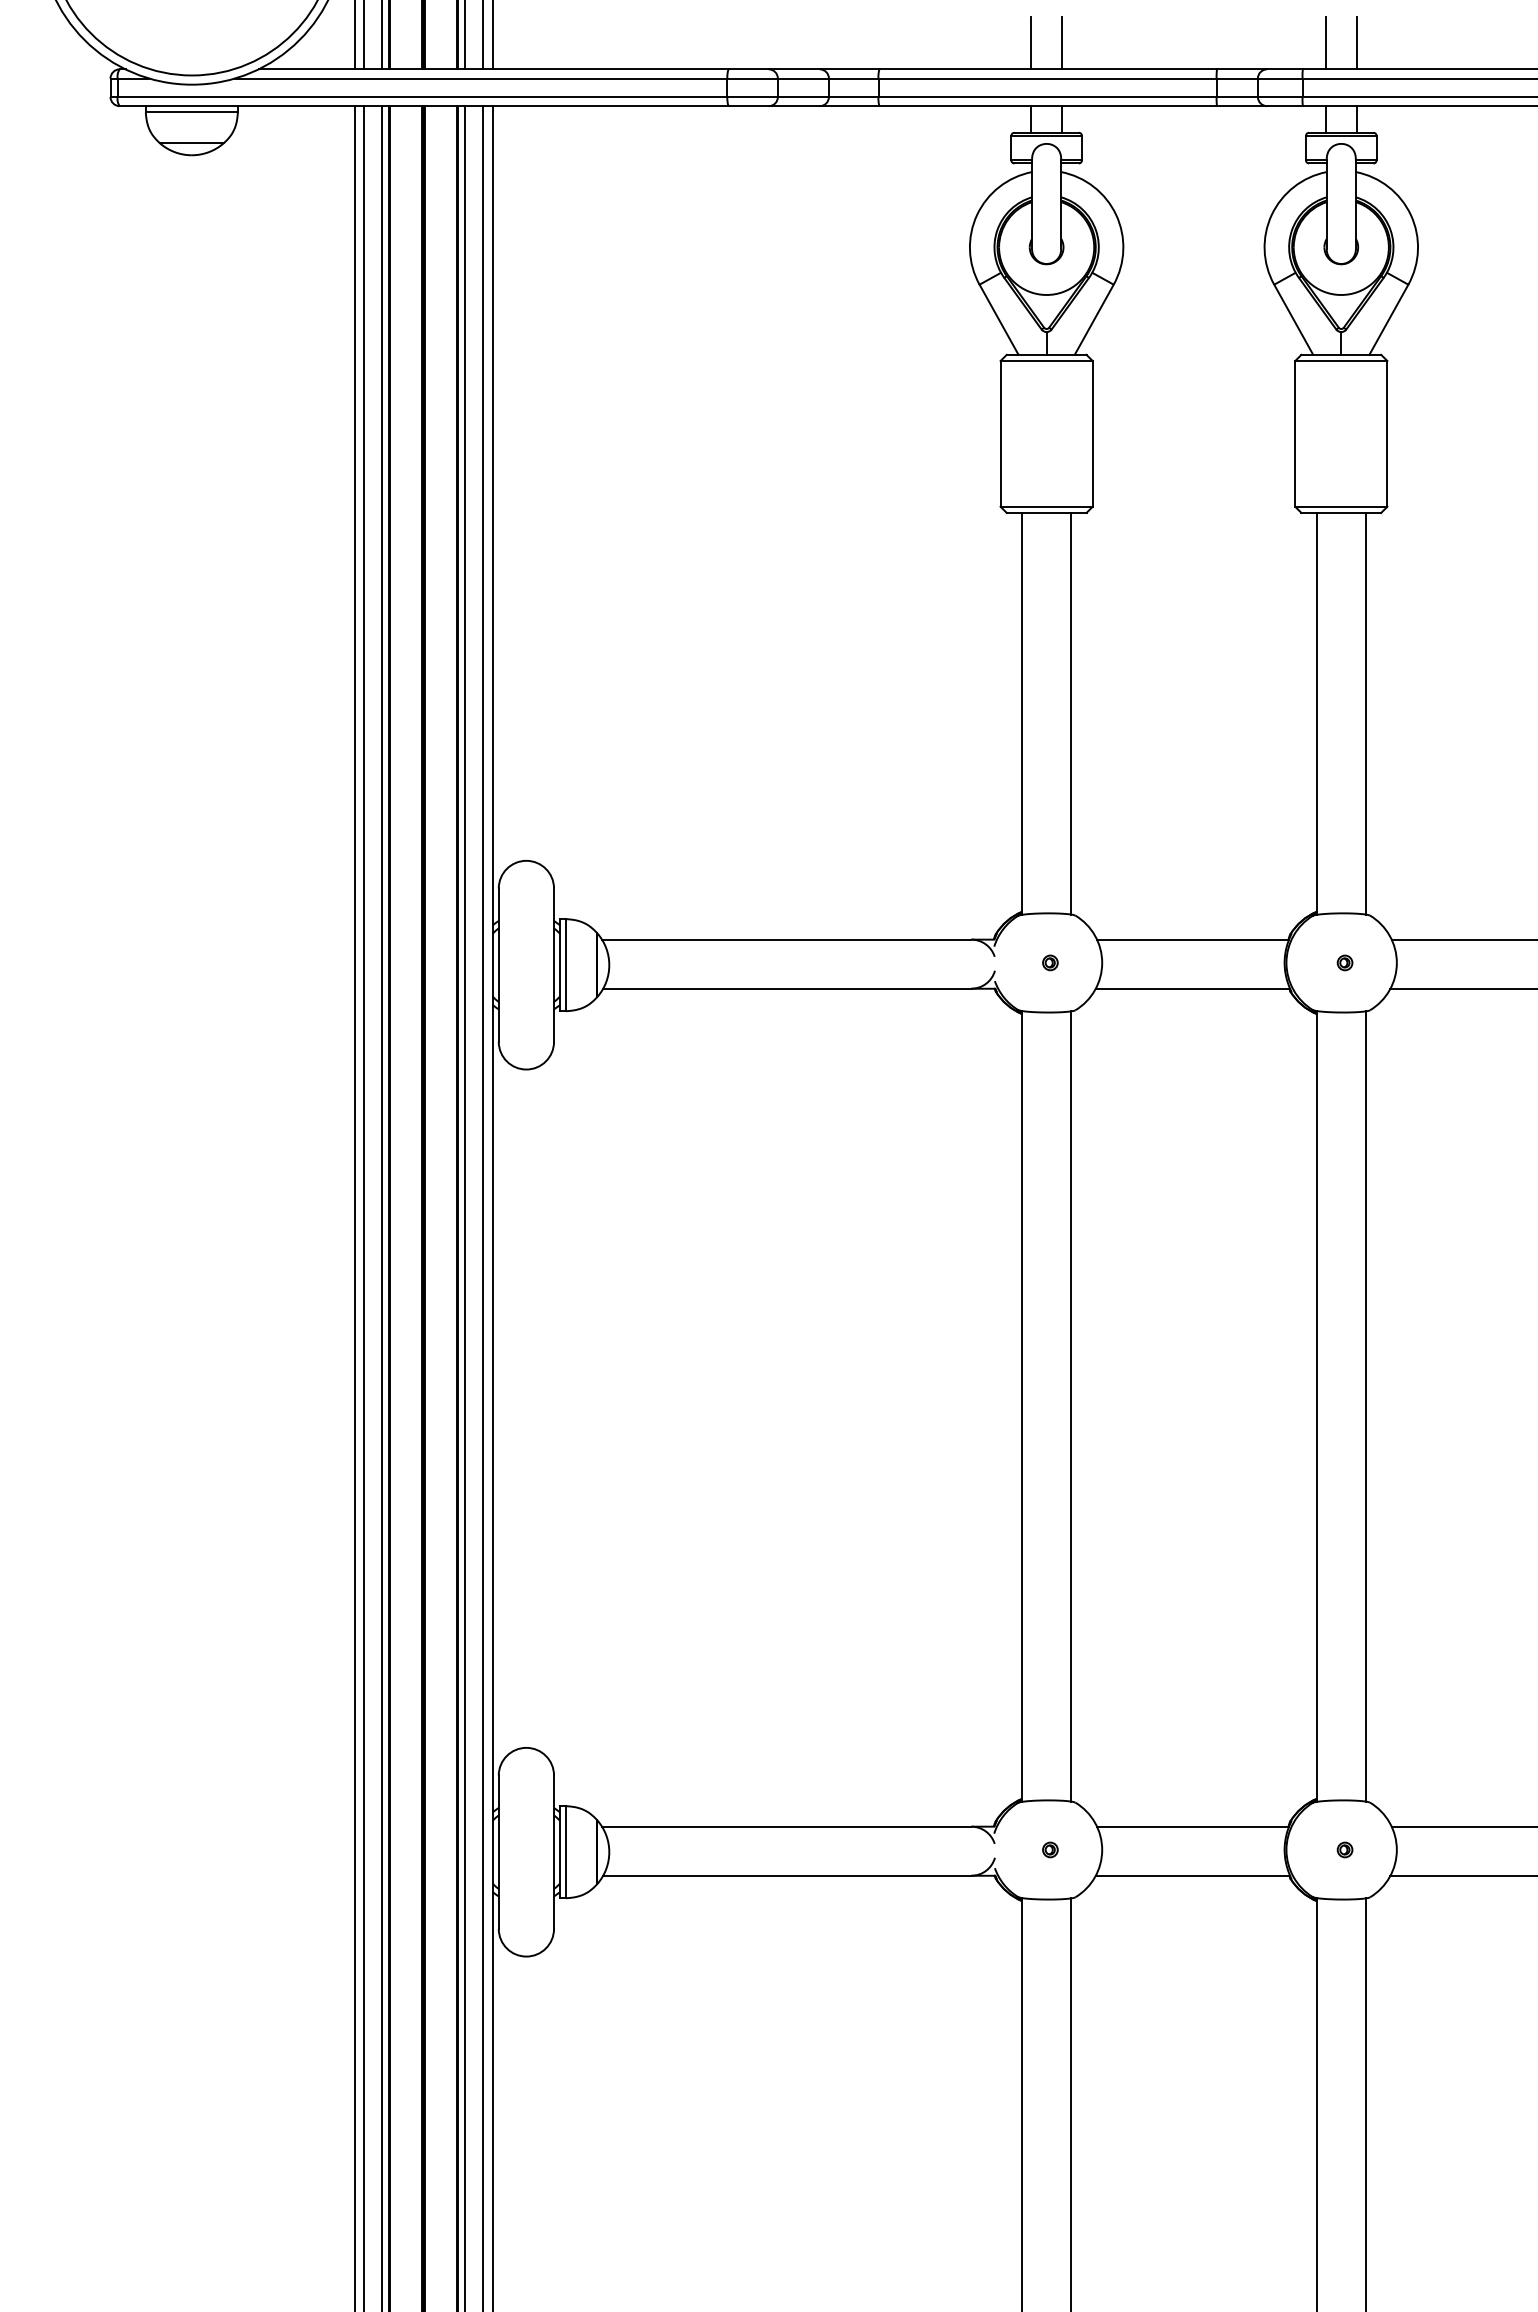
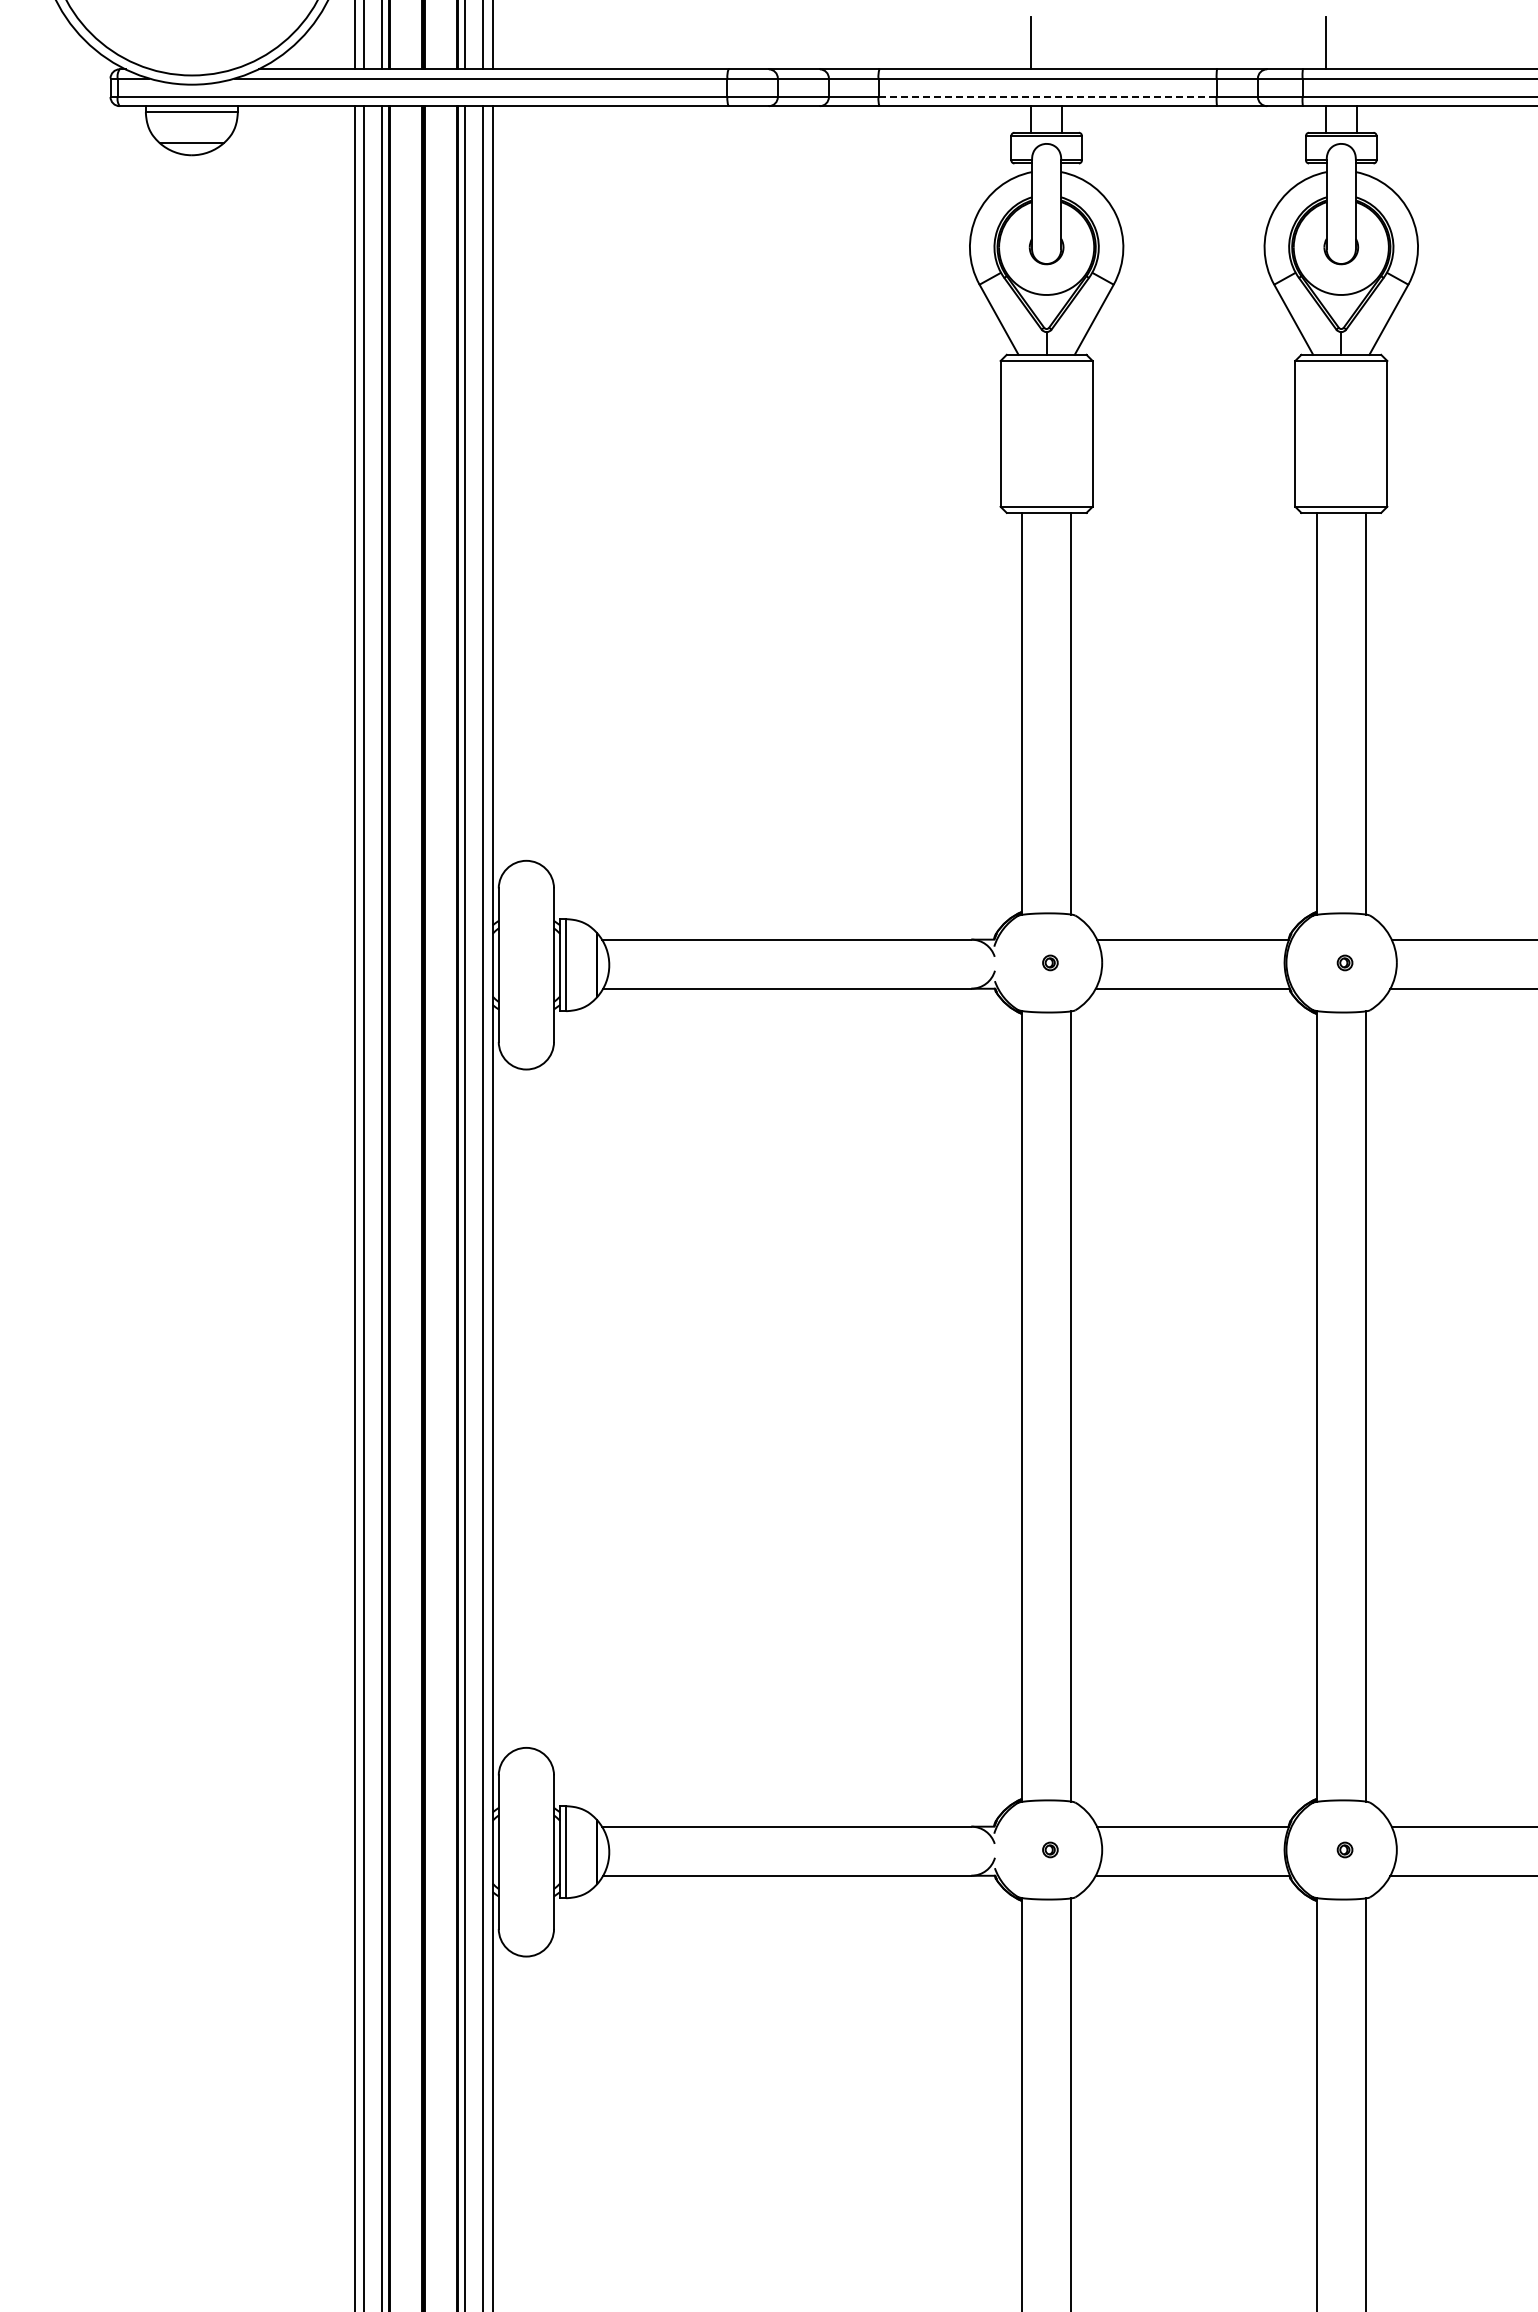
line at (1062, 43): present -> none
line at (1356, 43): present -> none
line at (1048, 96): solid -> dashed
